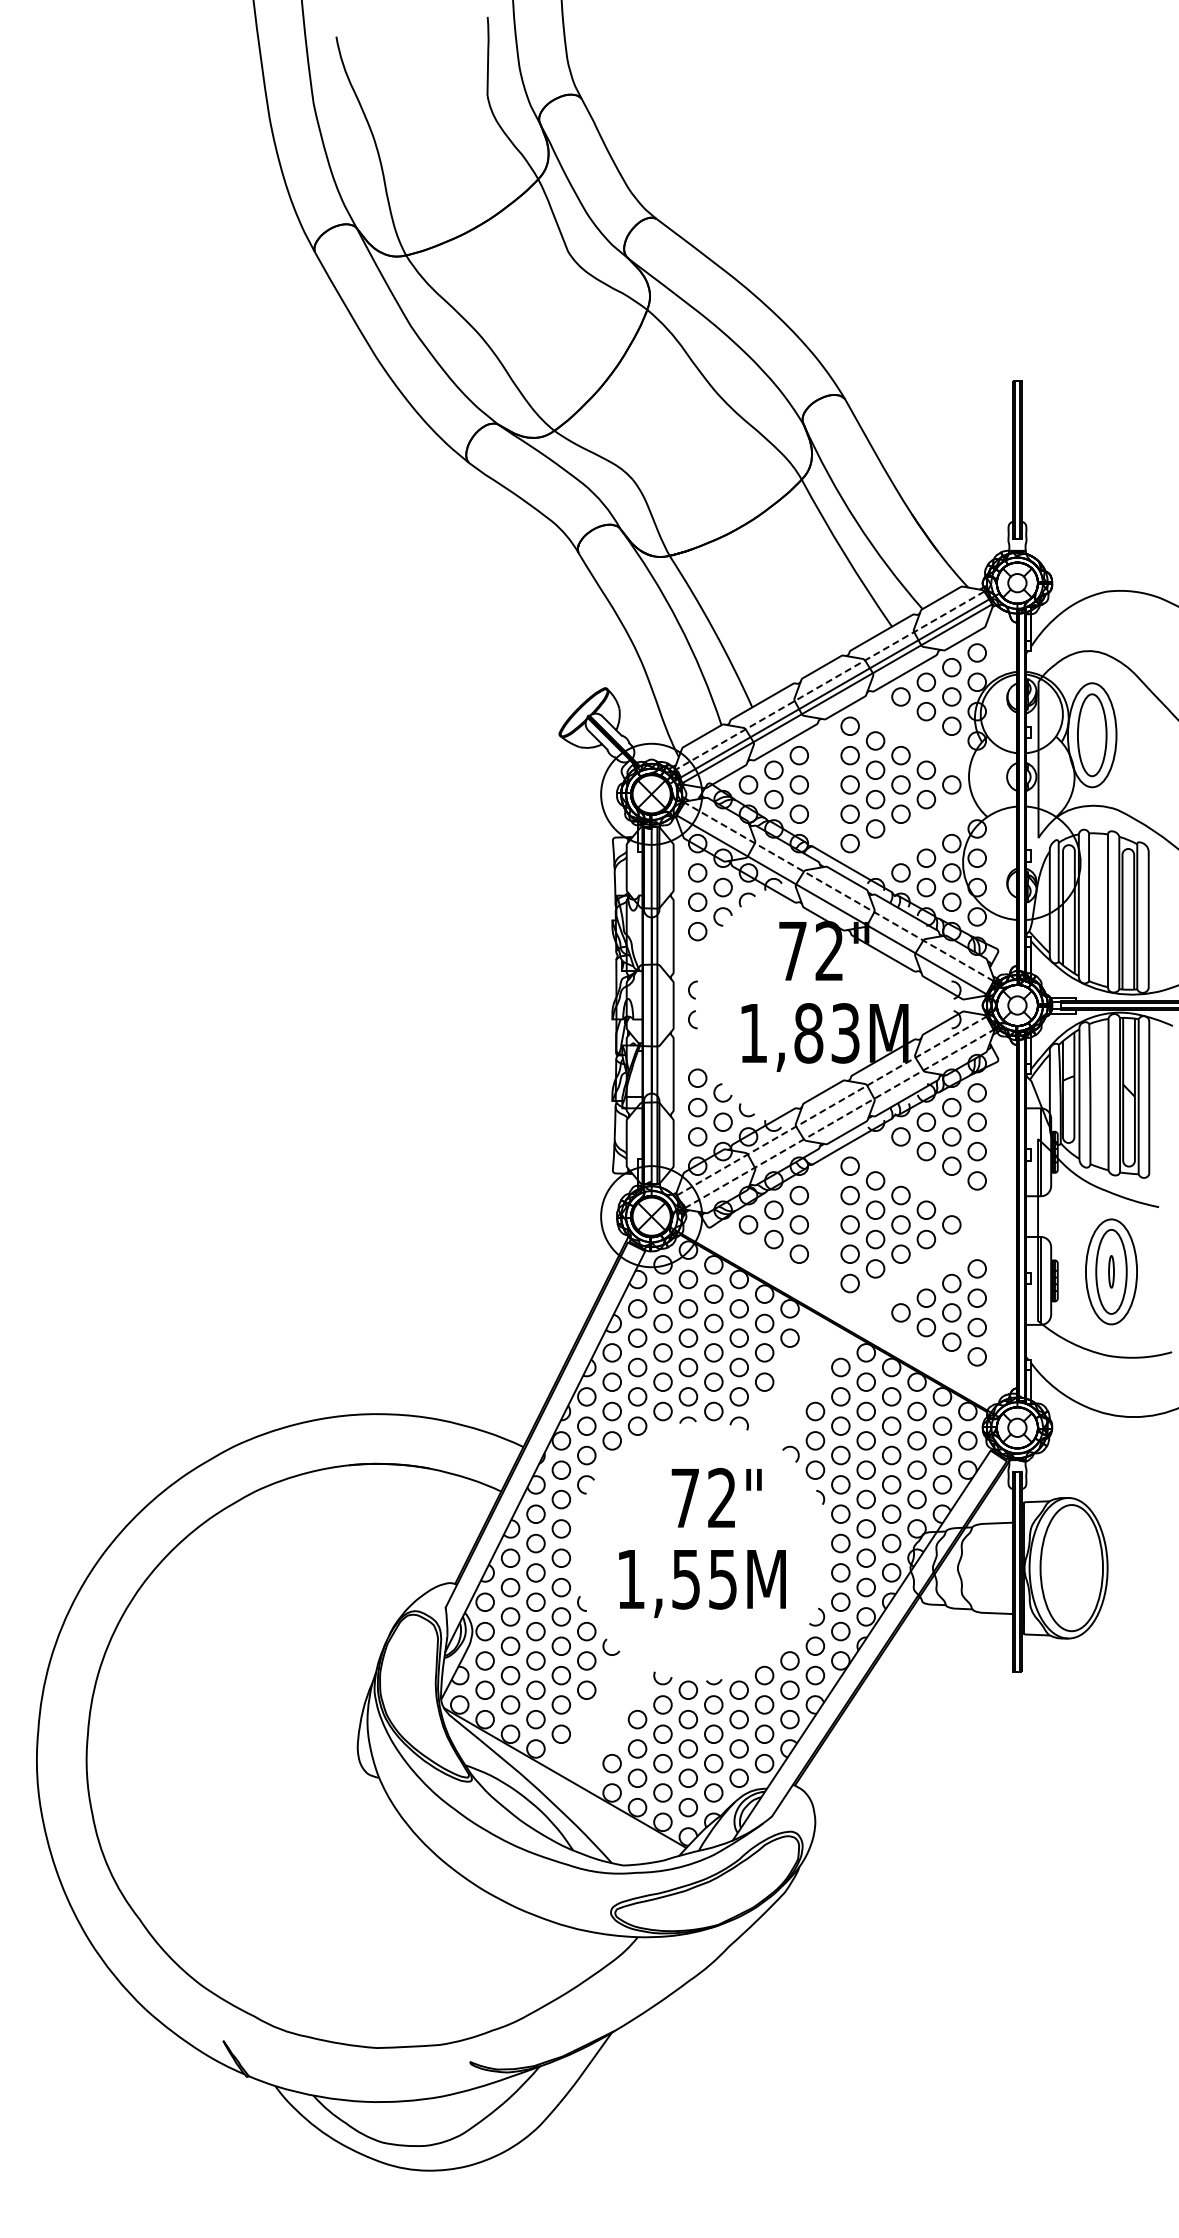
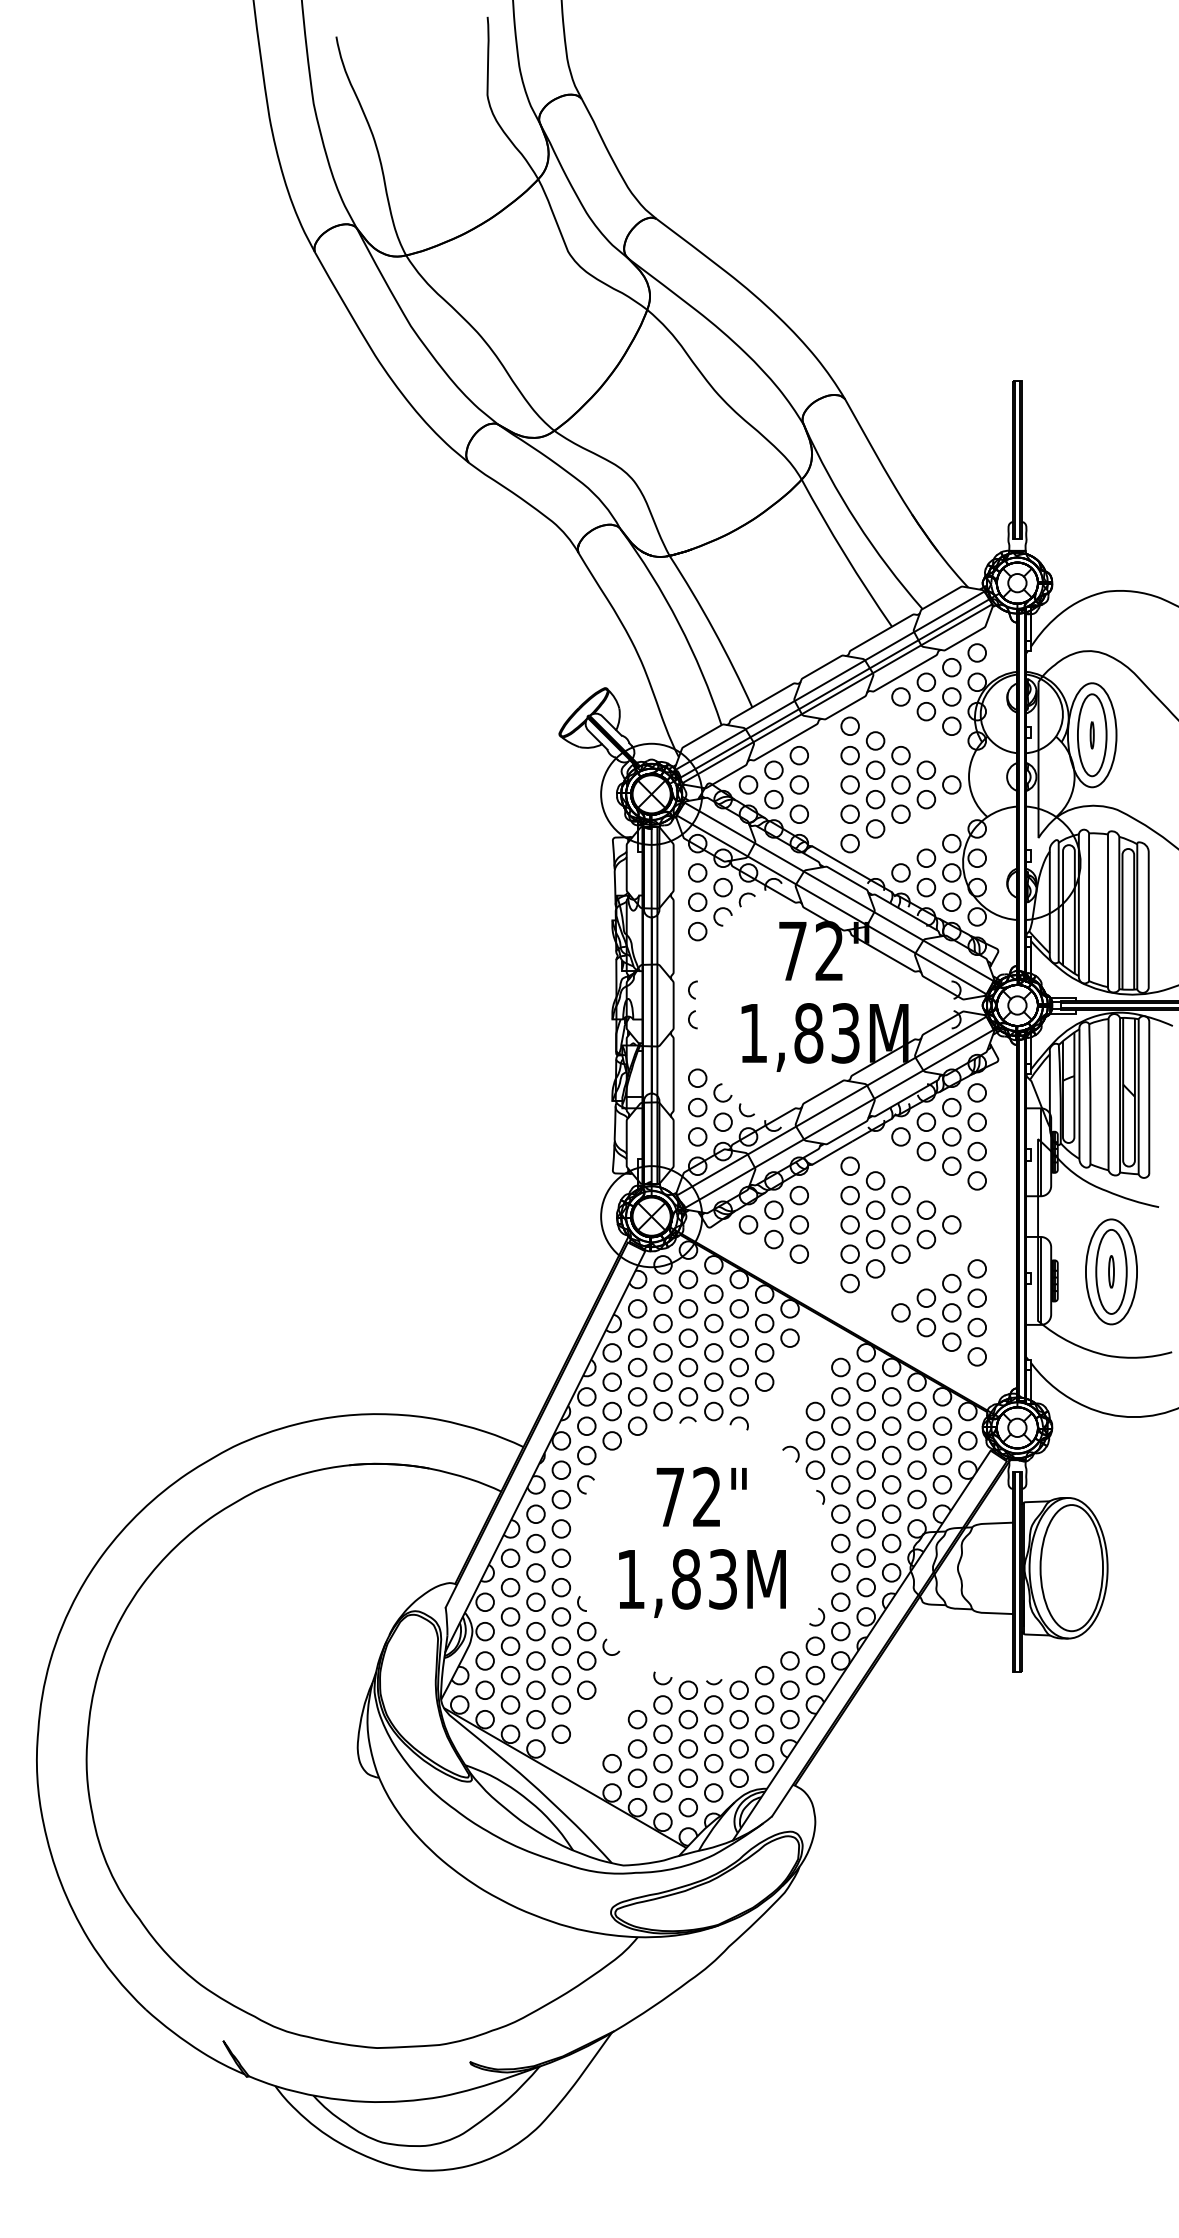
line at (829, 680): dashed -> solid
part at (1091, 735): none -> present
line at (838, 891): dashed -> solid
line at (831, 1106): dashed -> solid
line at (839, 1118): dashed -> solid
text at (716, 1497) position: (716, 1497) -> (701, 1496)
text at (704, 1579): 1,55M -> 1,83M
